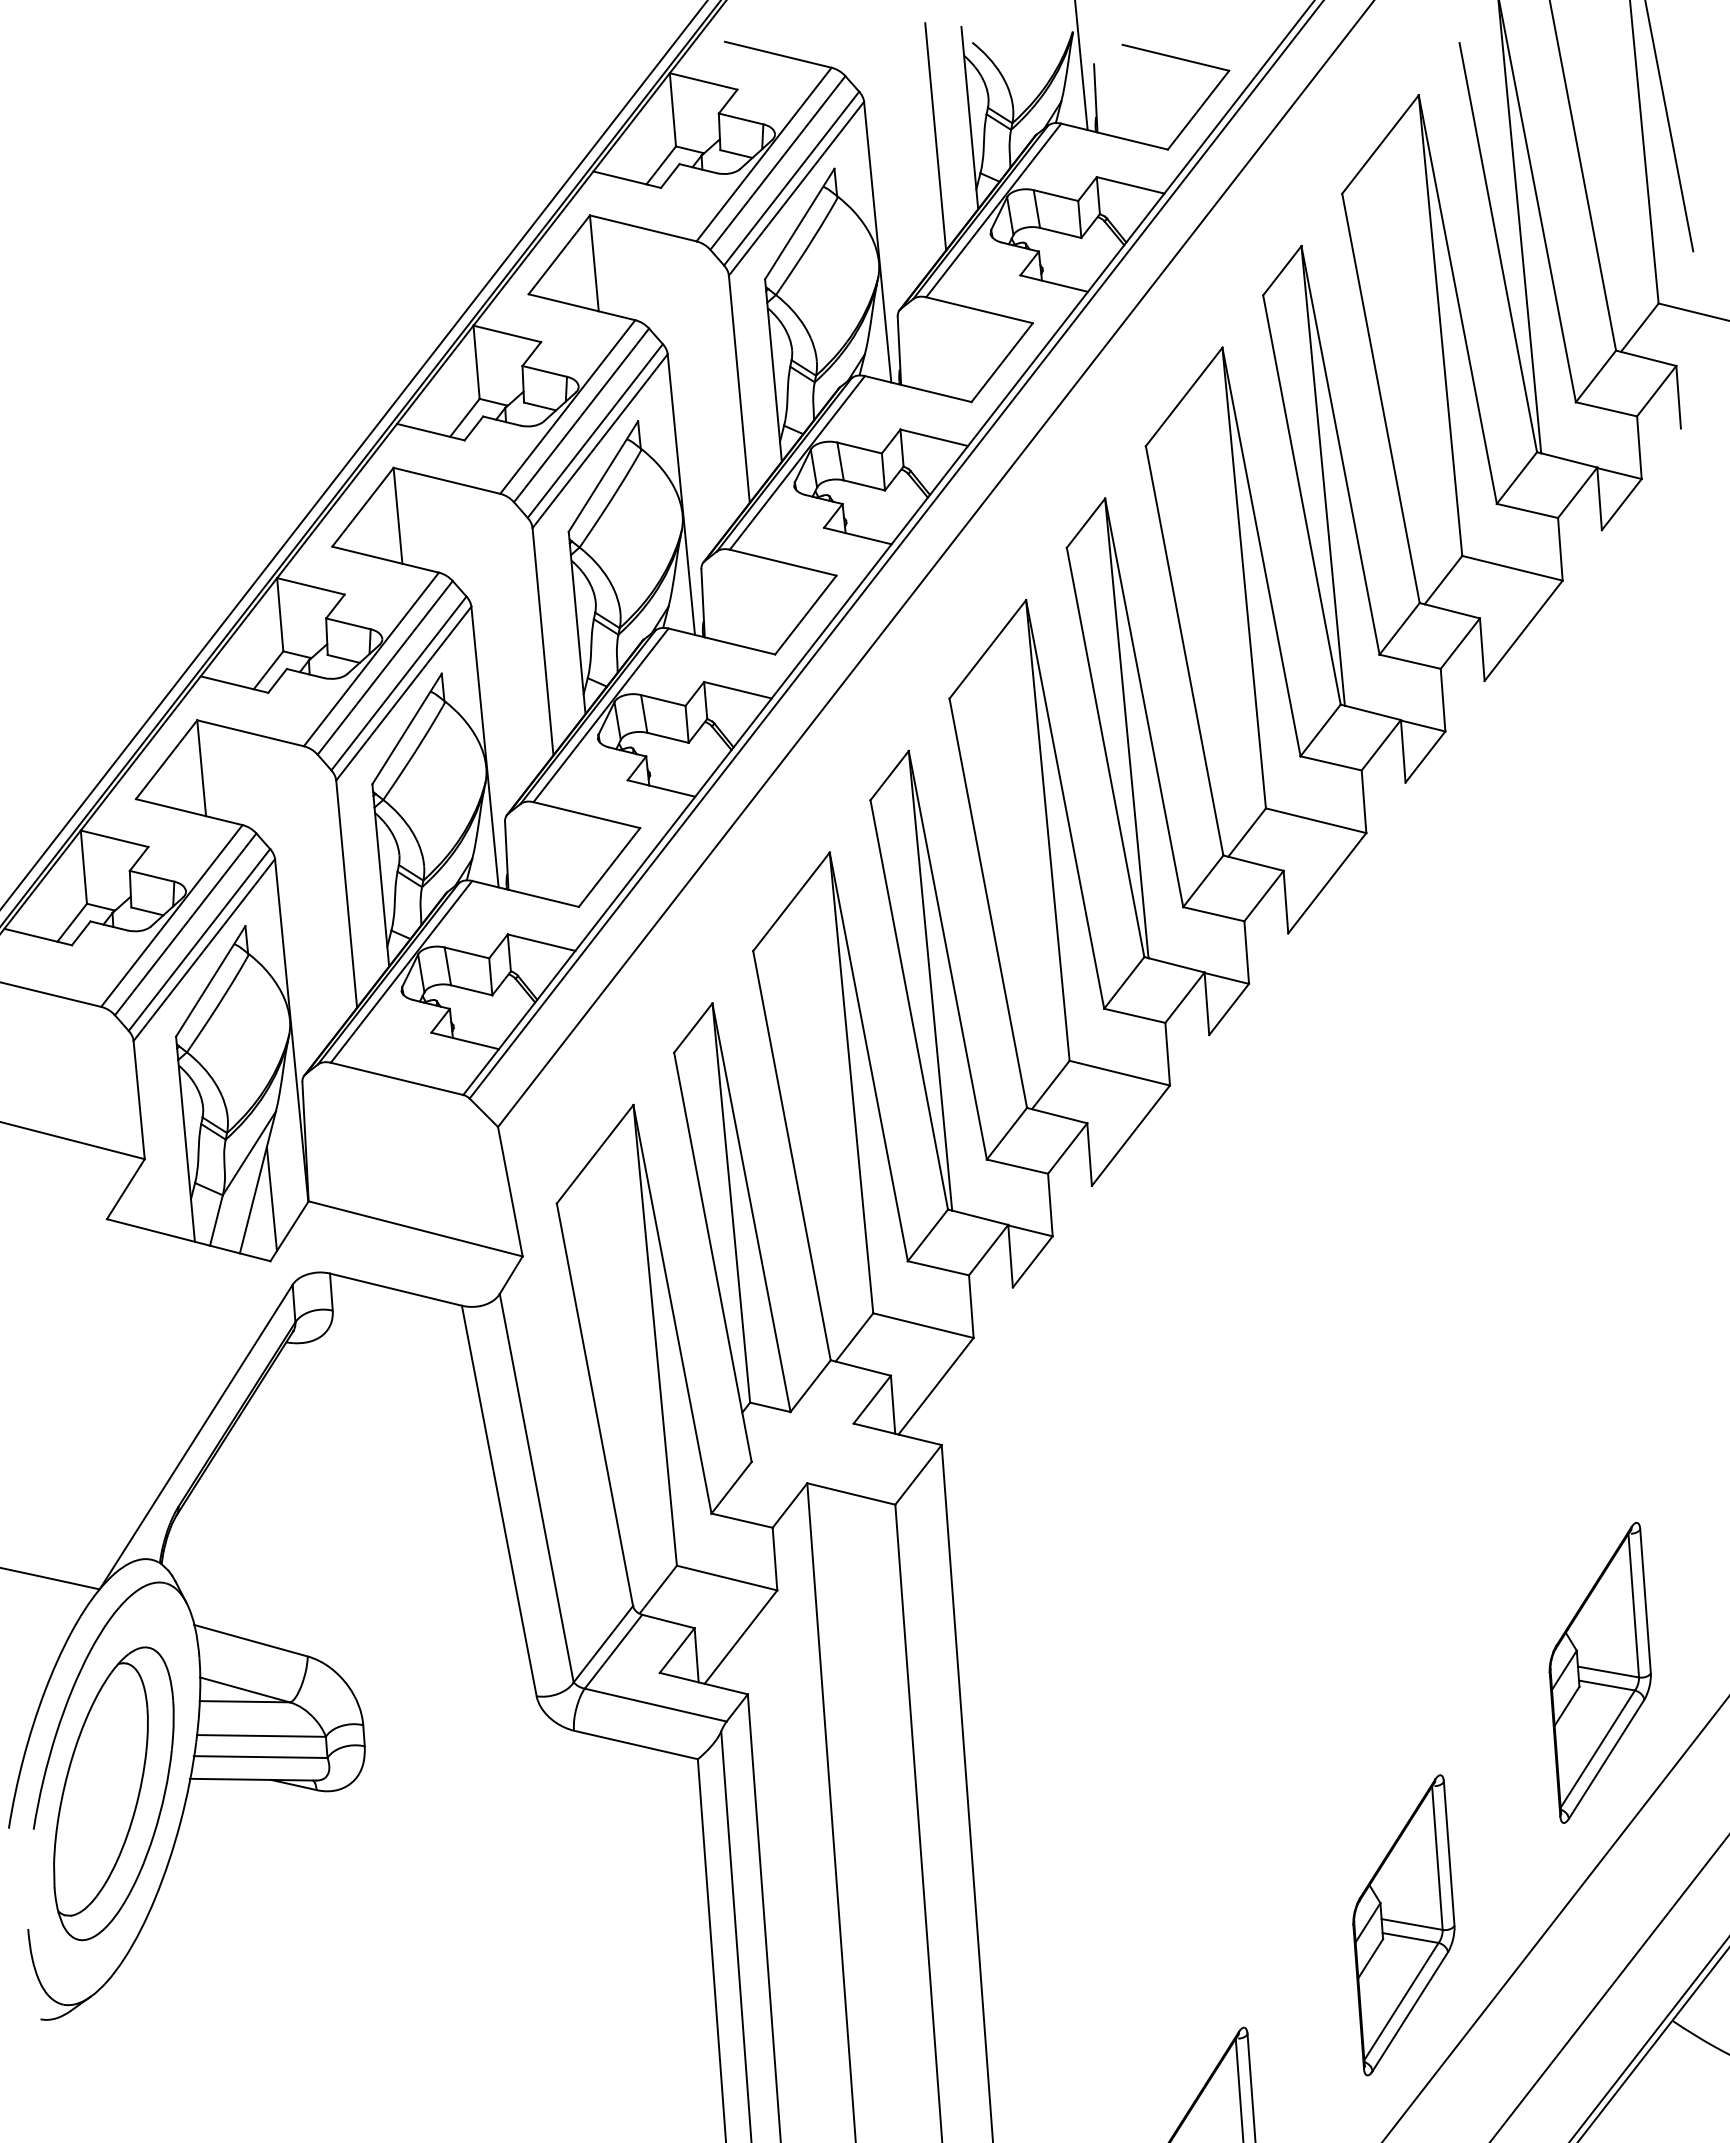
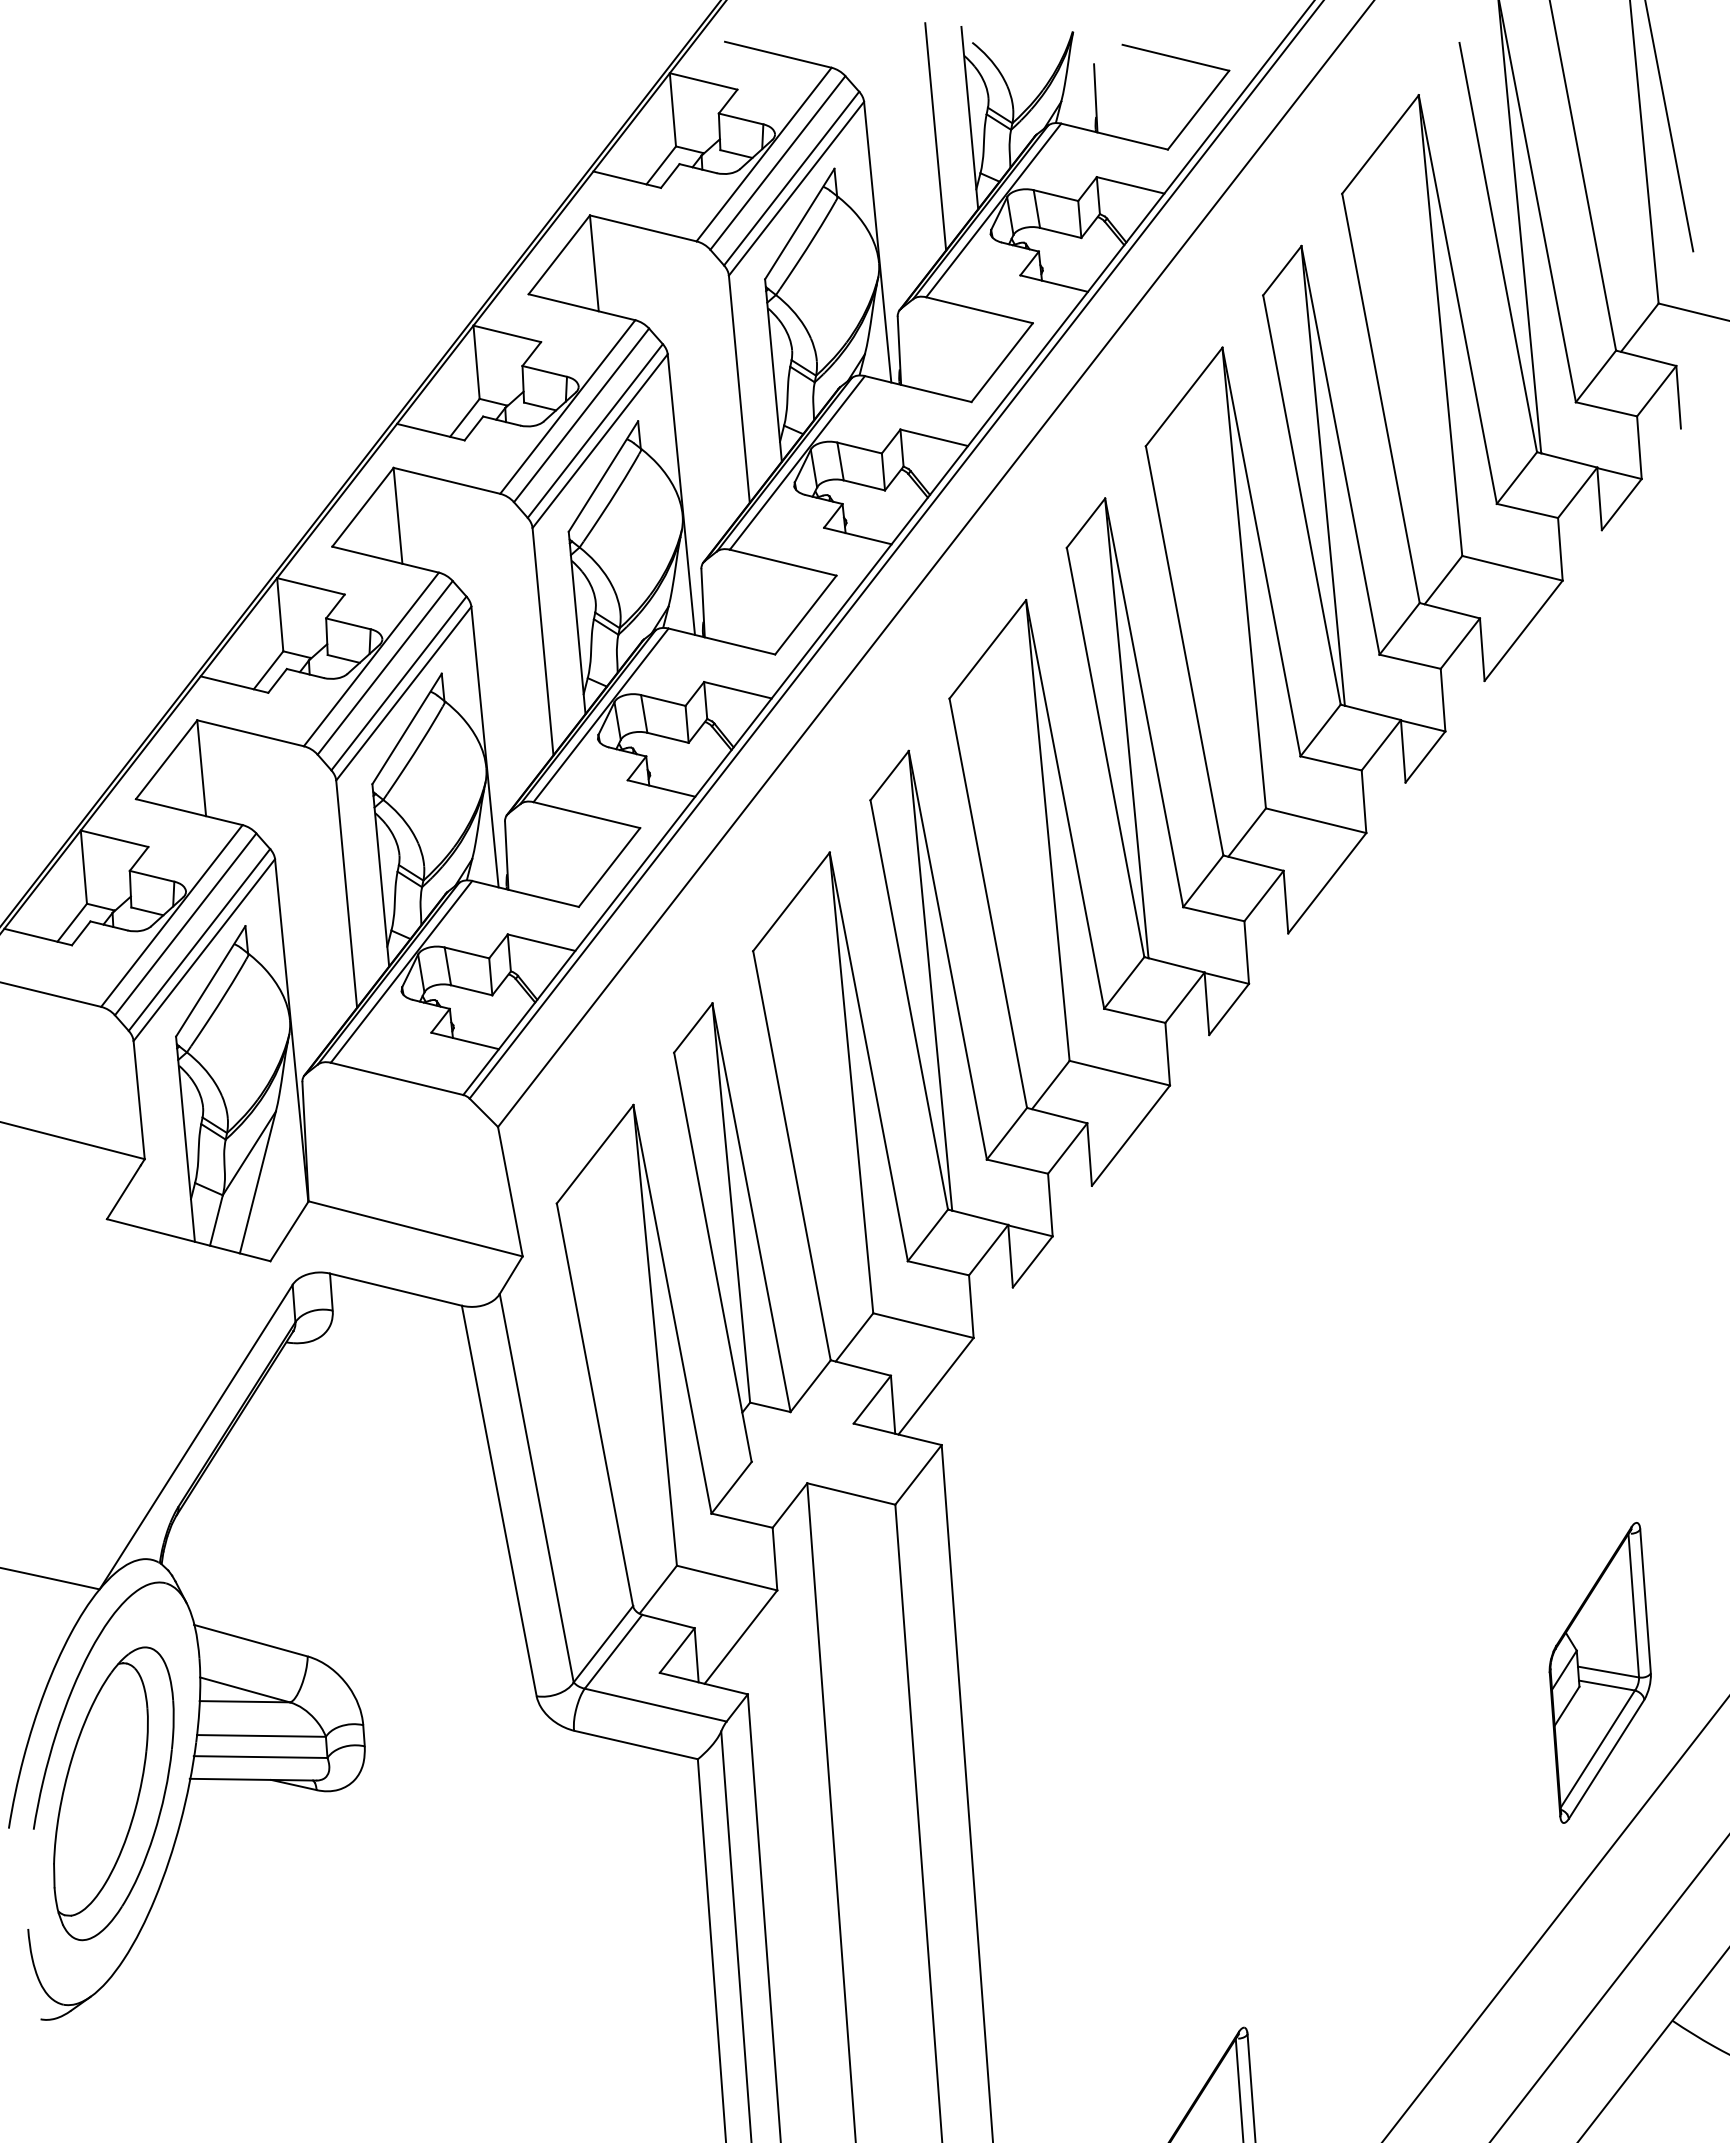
line at (1081, 66): present -> none
line at (354, 454): present -> none
line at (271, 1199): present -> none
part at (1403, 1925): present -> none
line at (1648, 2039): present -> none
